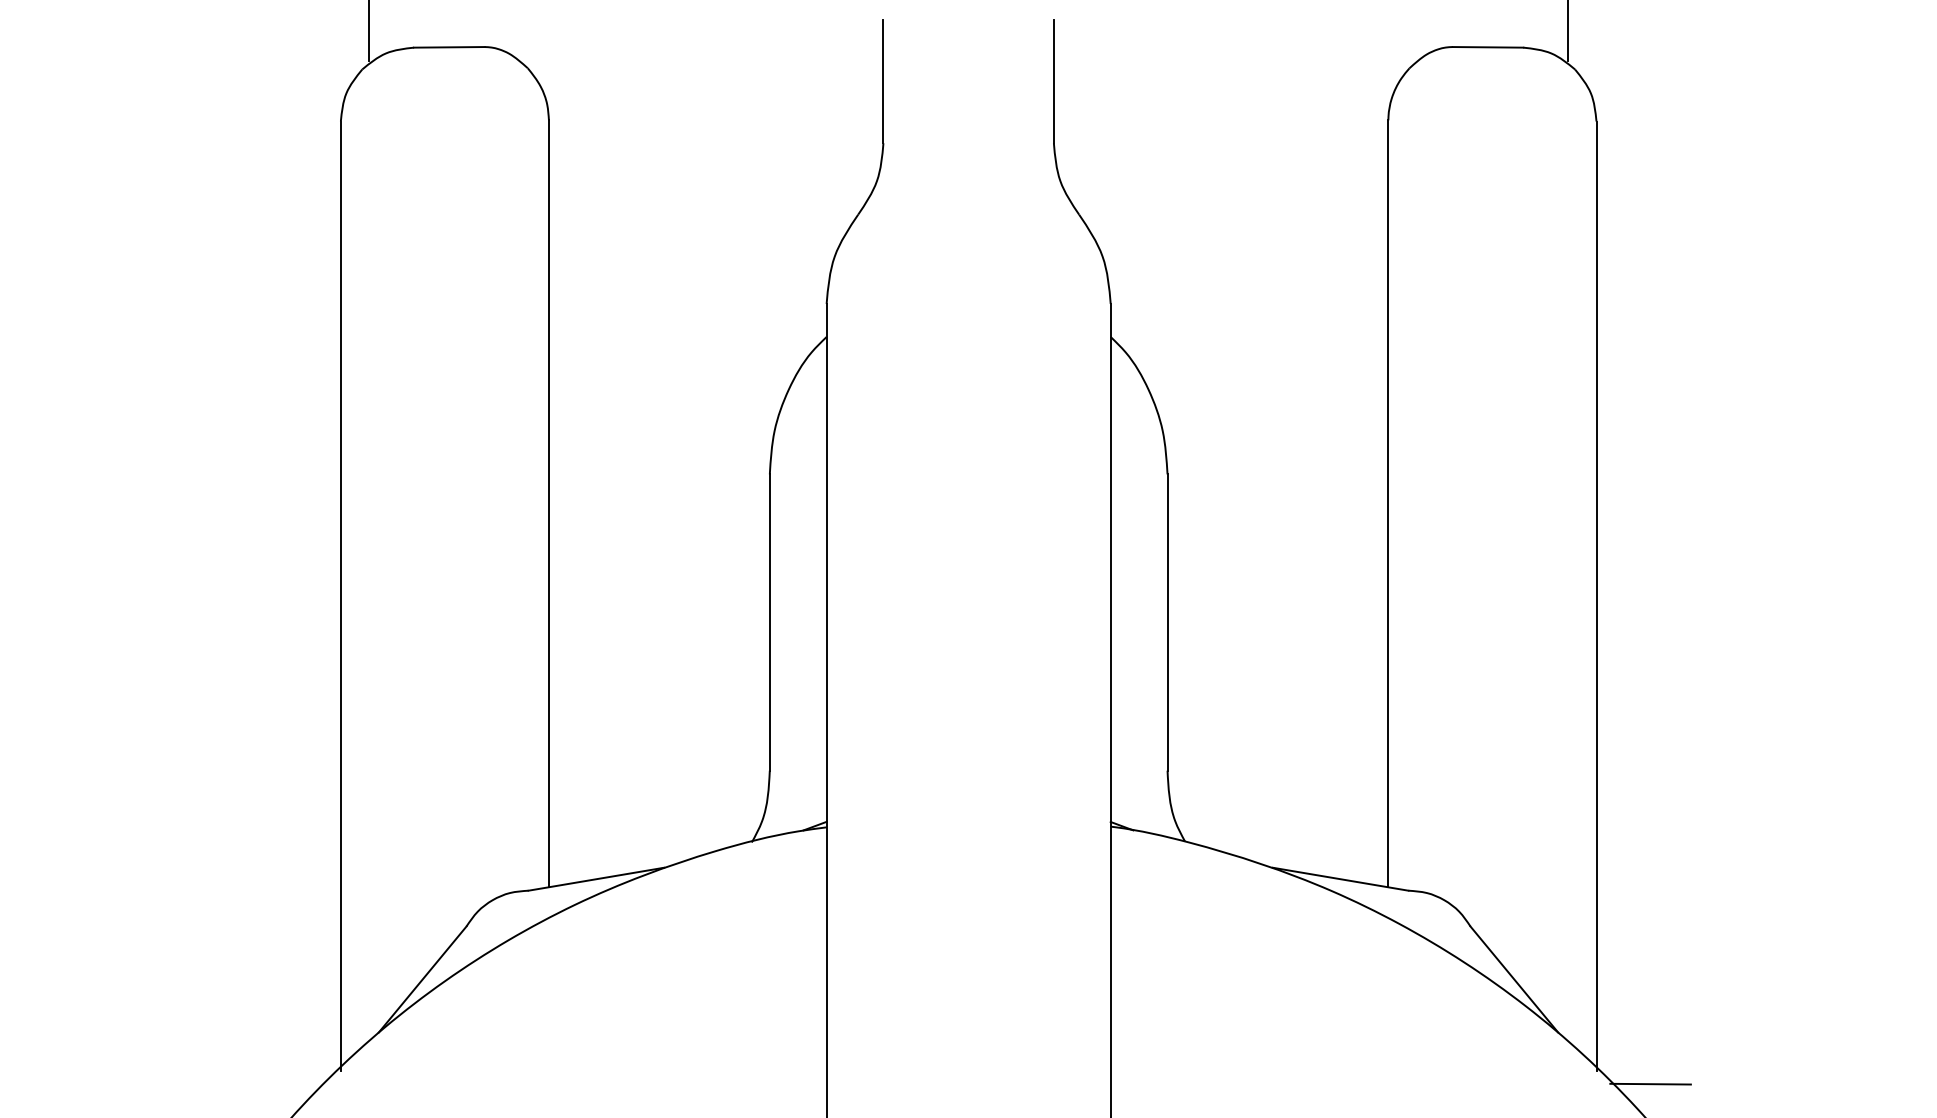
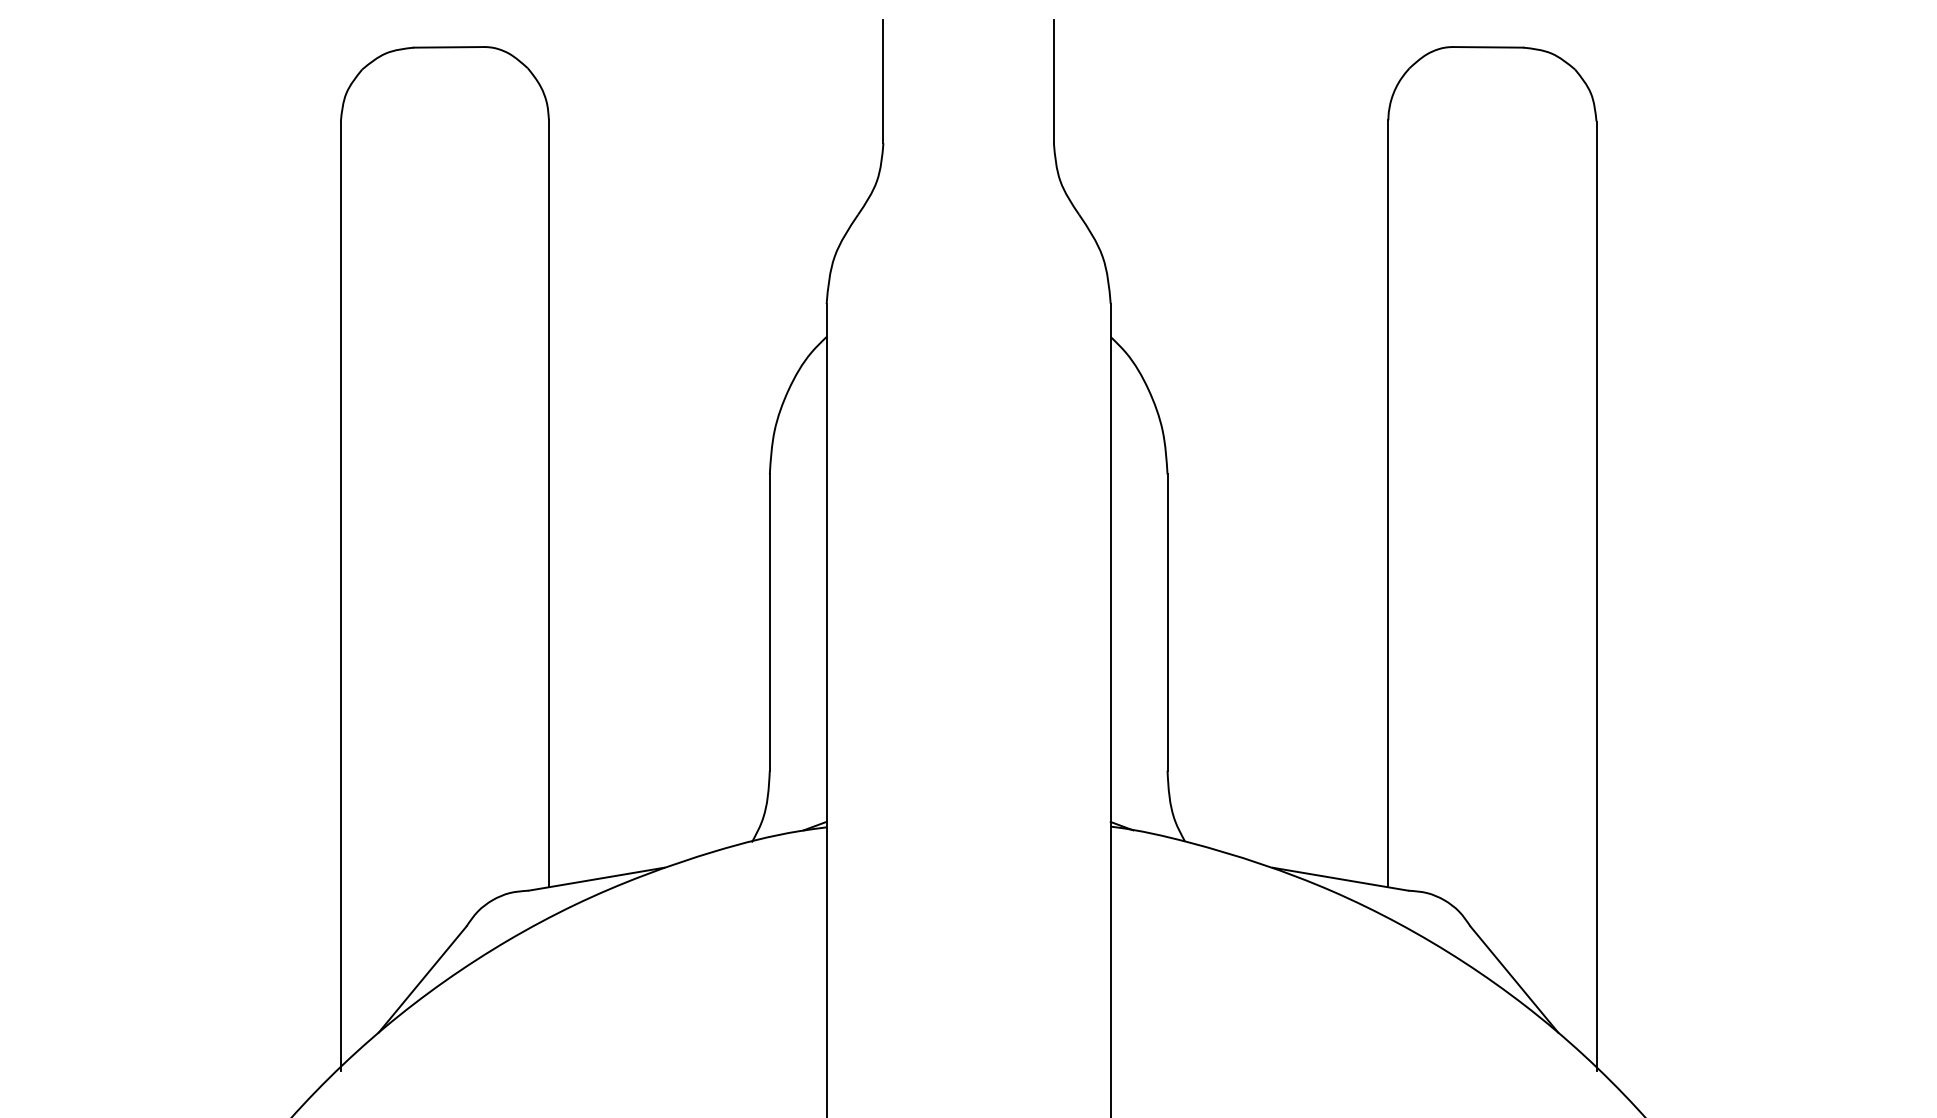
line at (369, 31): present -> none
line at (1568, 31): present -> none
line at (1650, 1083): present -> none
